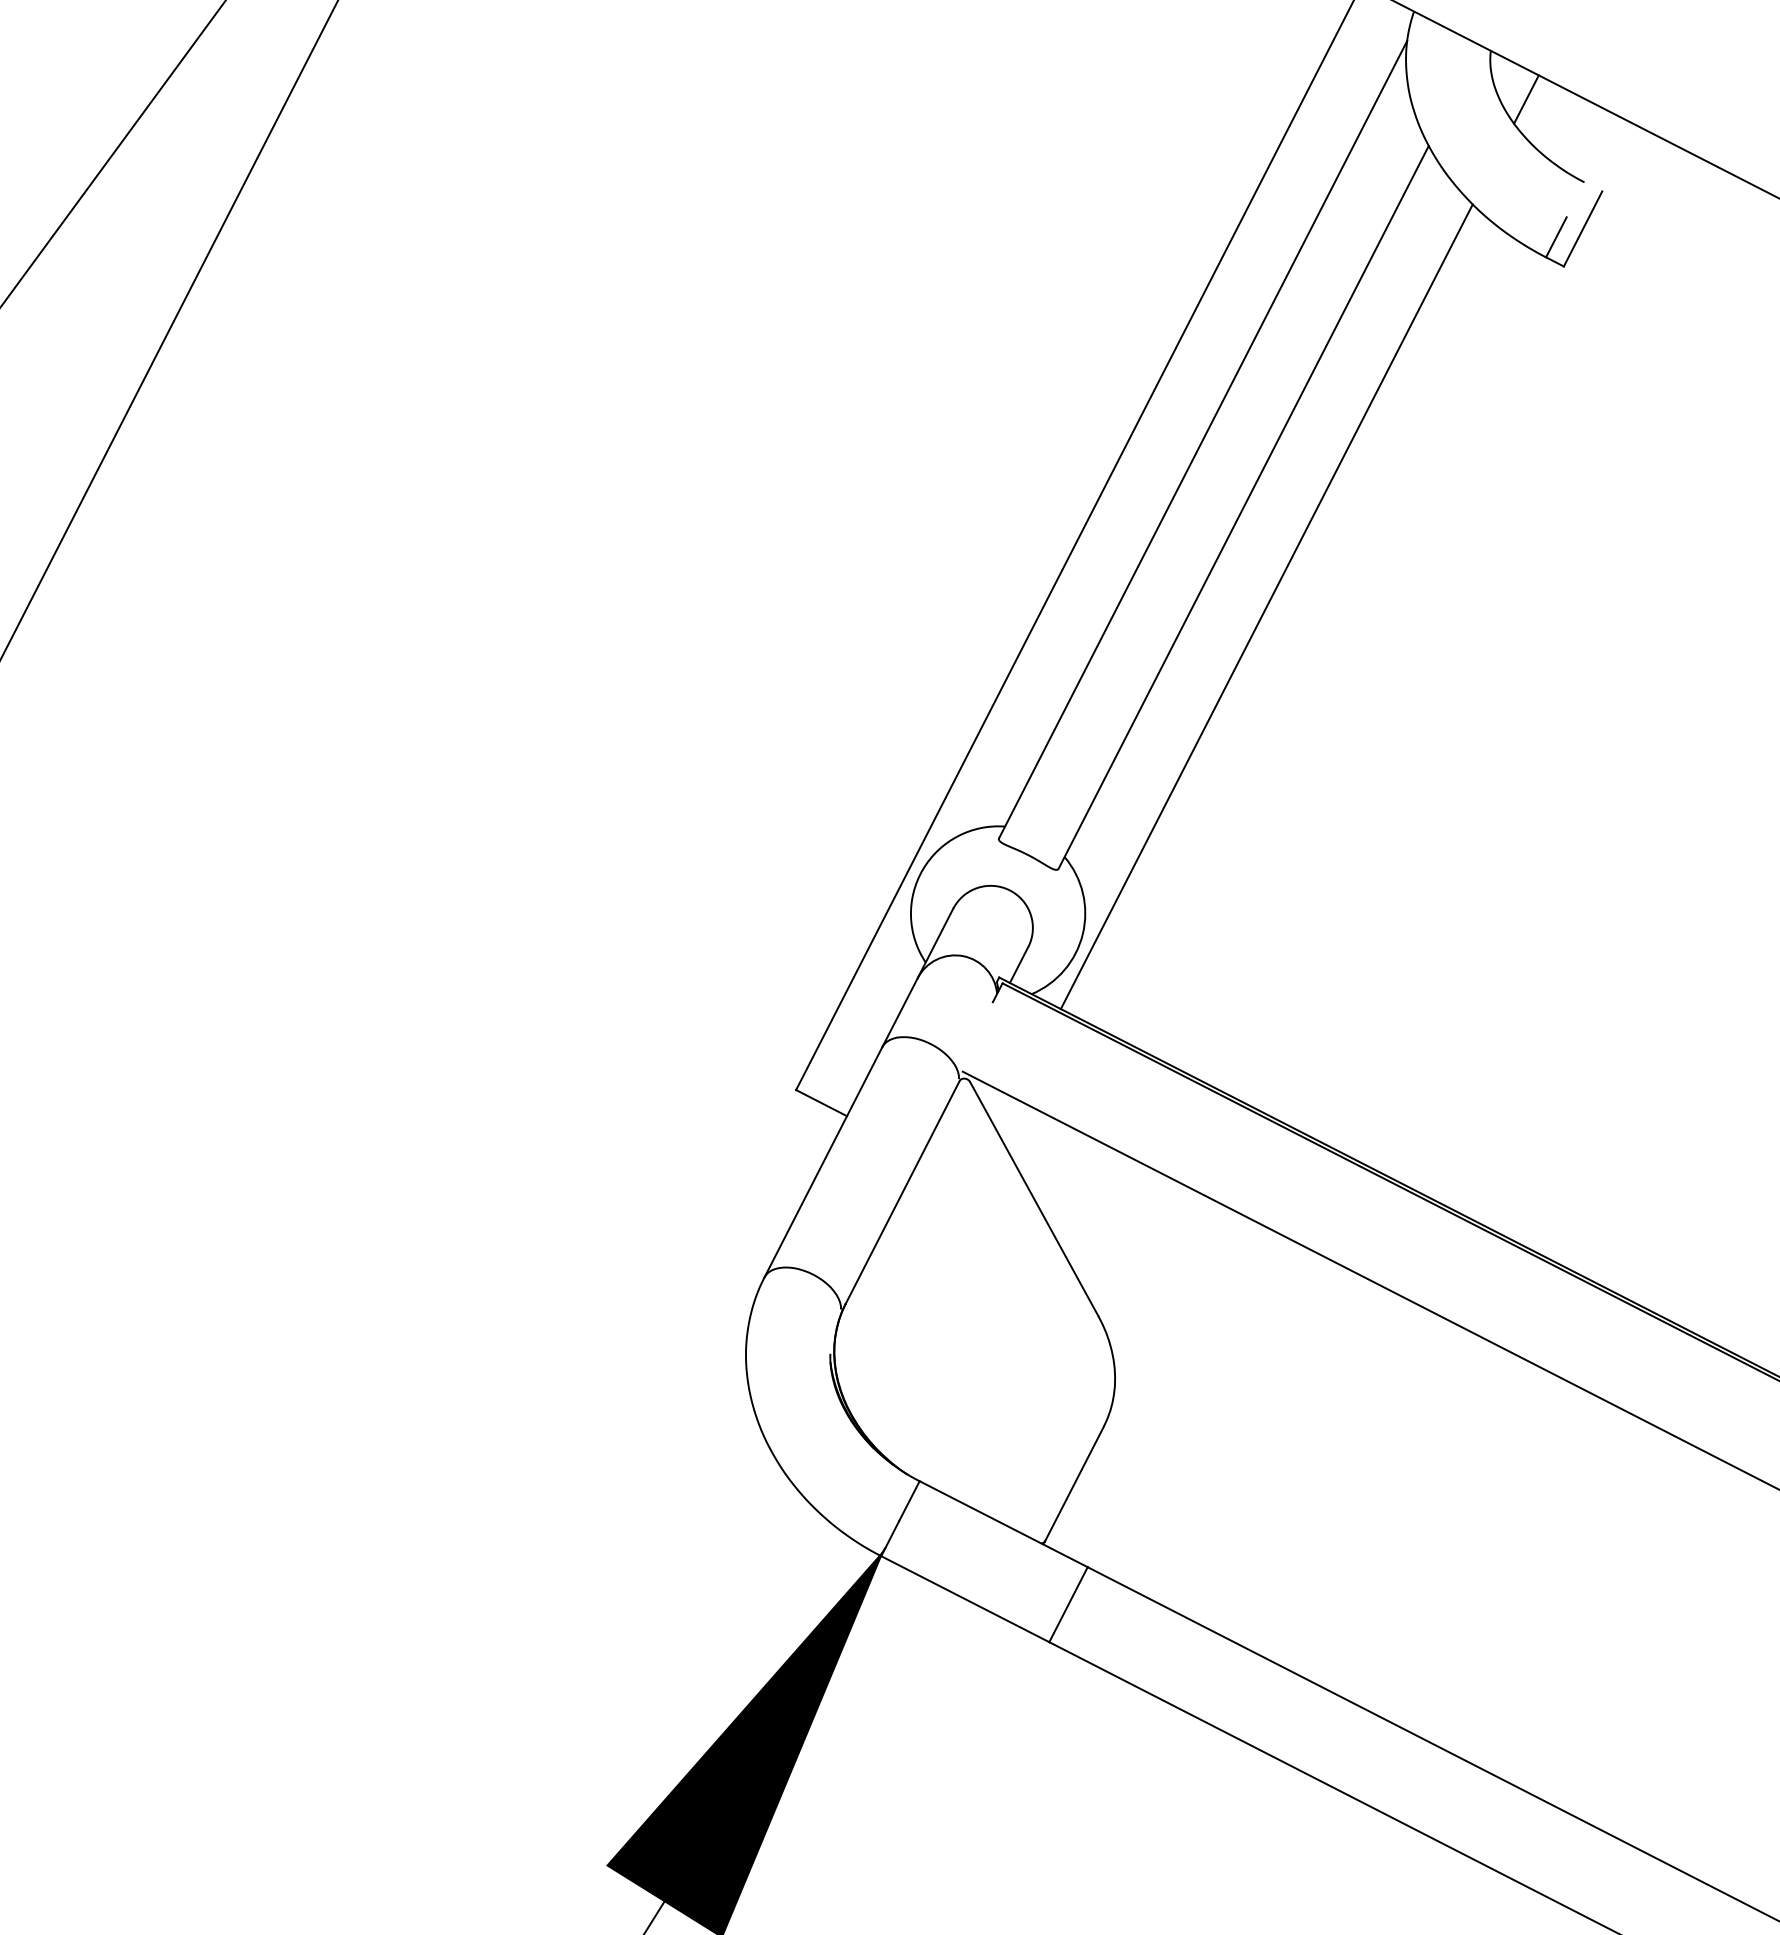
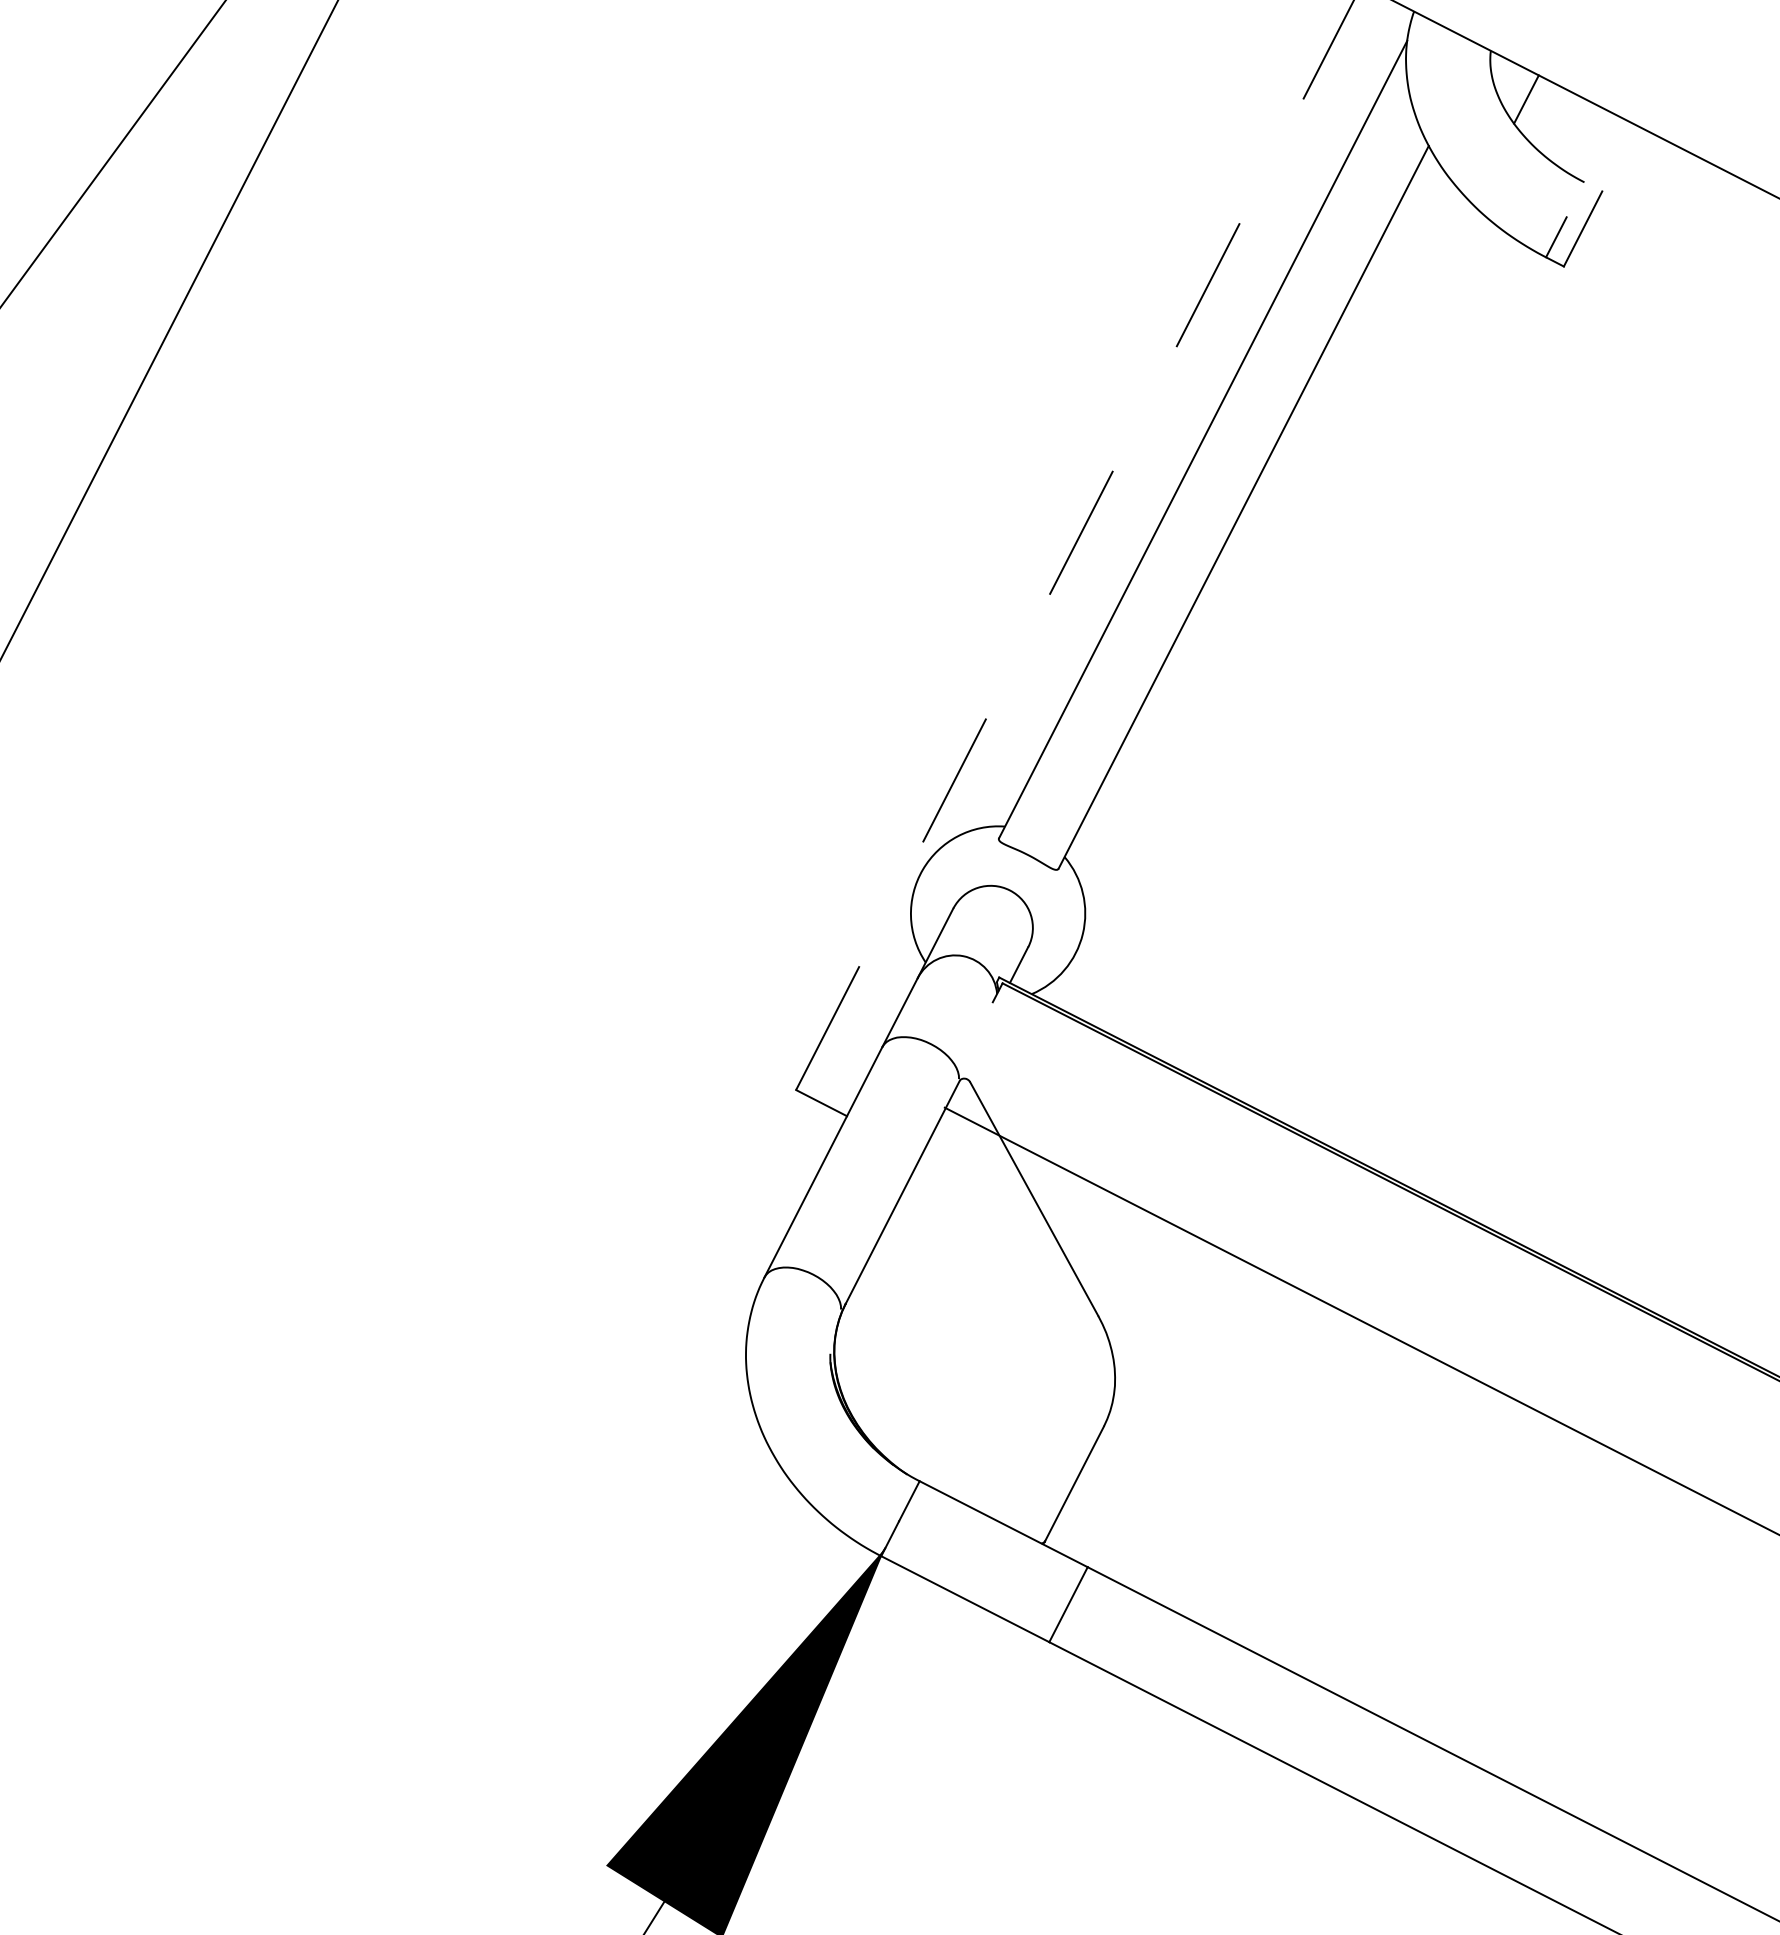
line at (1074, 545): solid -> dashed
line at (1266, 606): present -> none
line at (1369, 1279) position: (1369, 1279) -> (1360, 1320)
